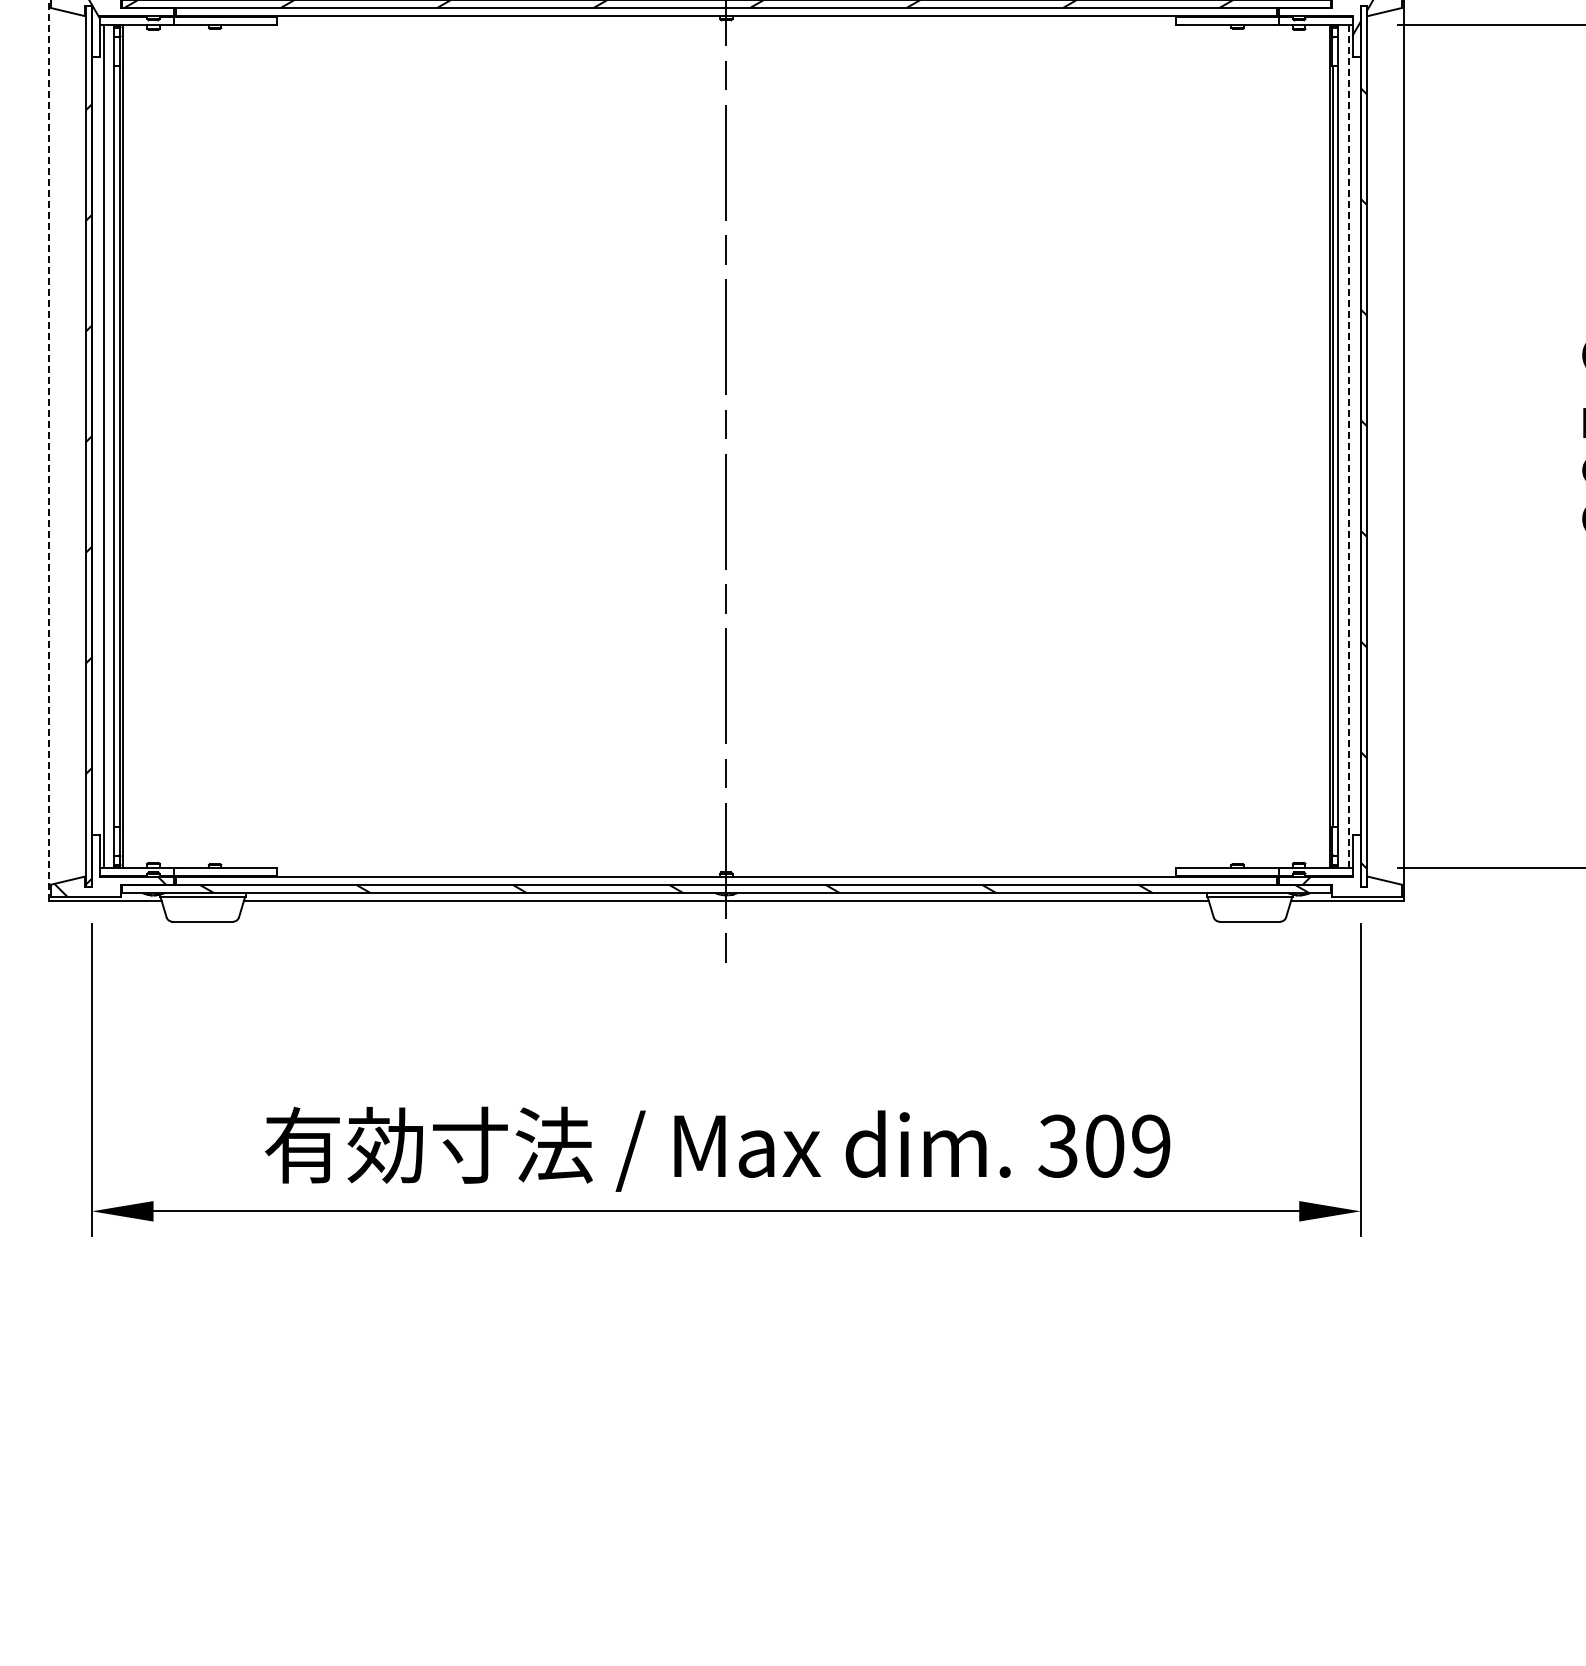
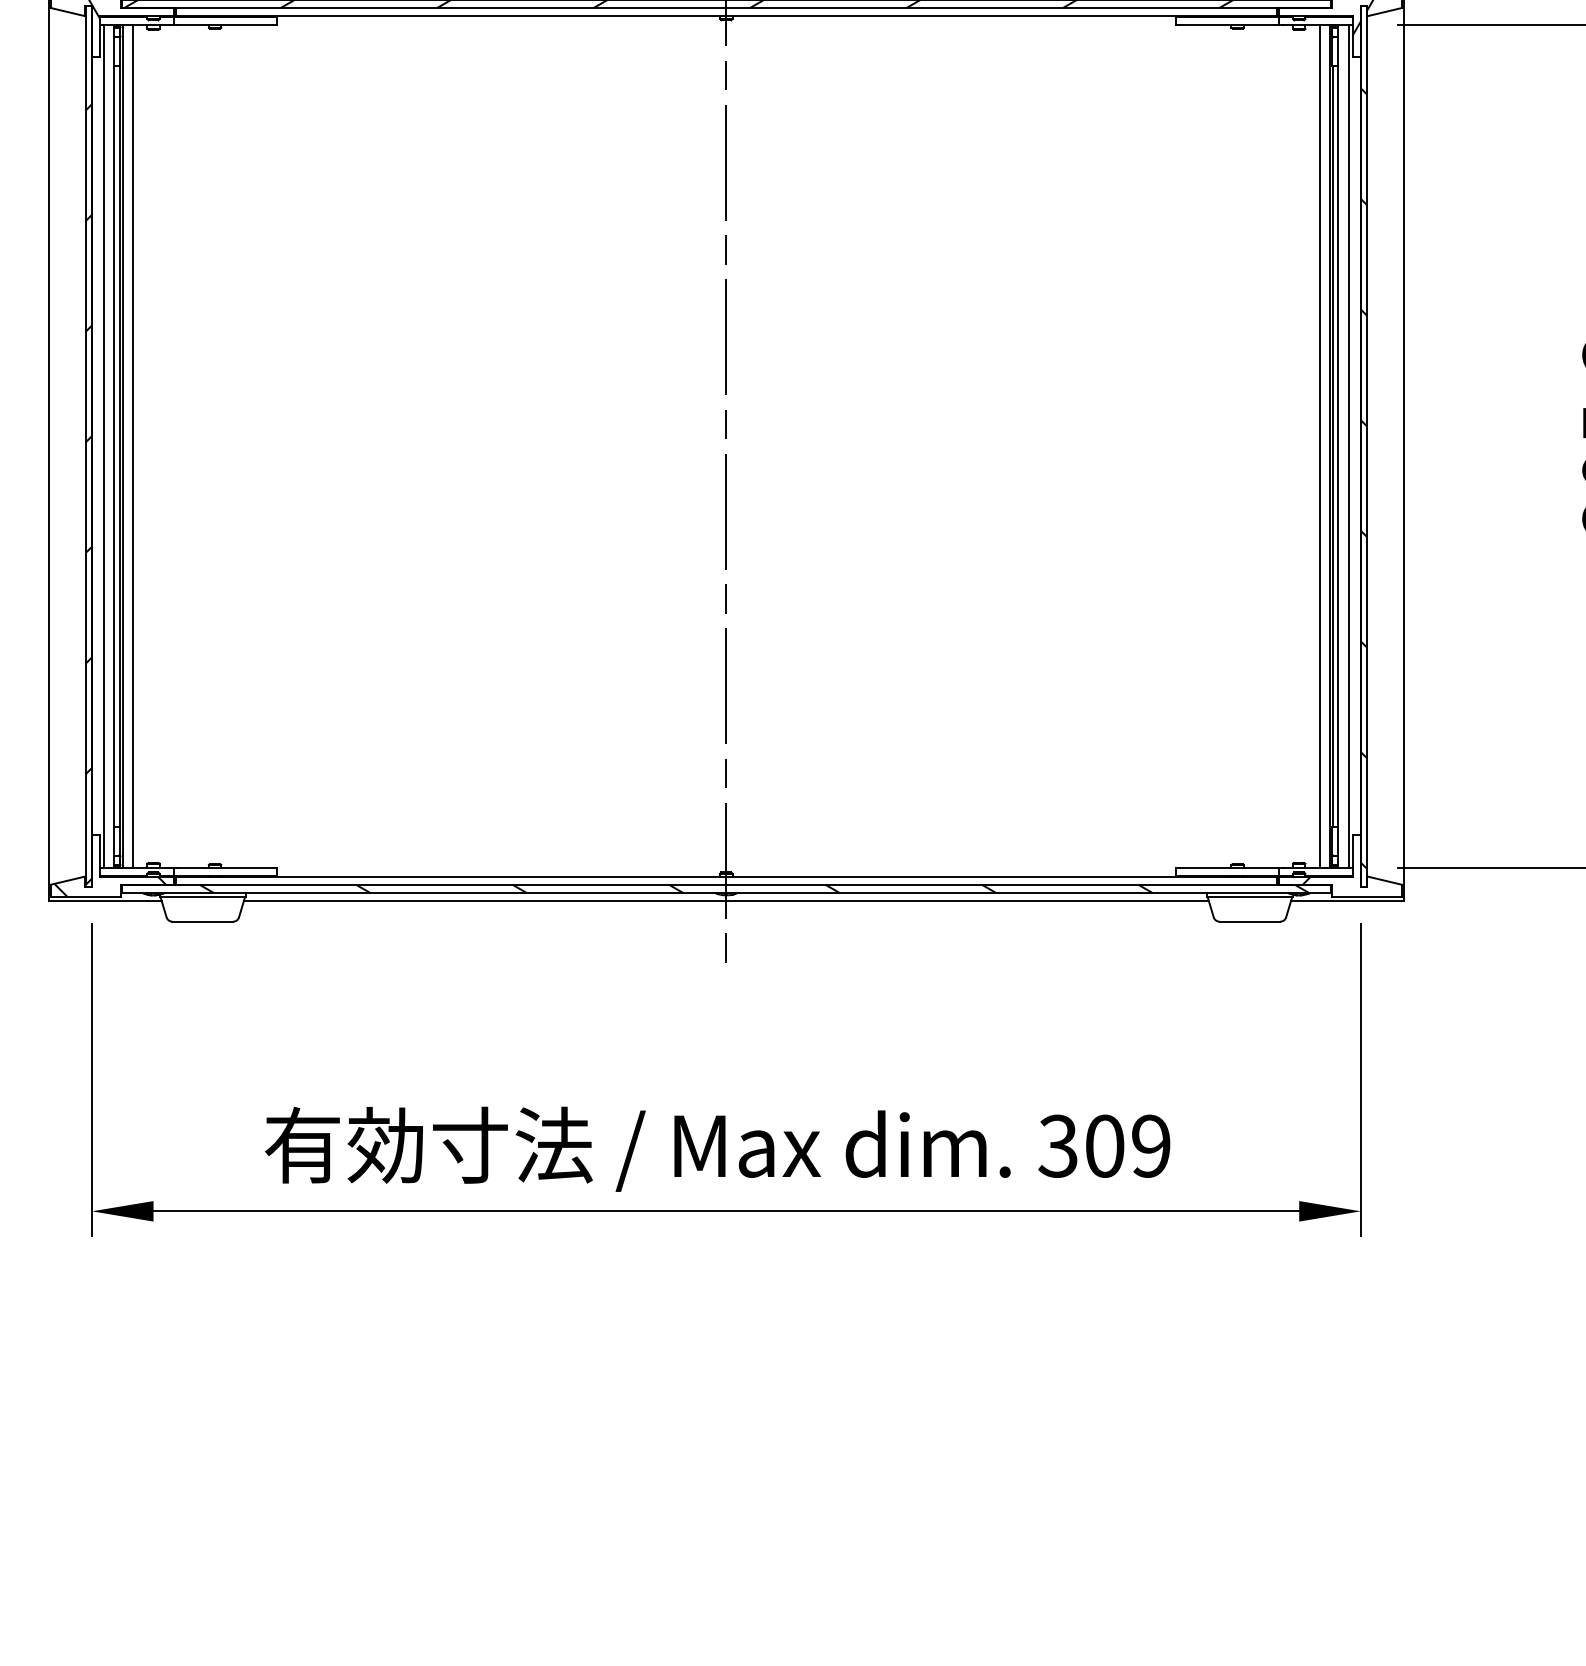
line at (133, 445): none -> present
line at (1319, 445): none -> present
line at (1348, 446): dashed -> solid
line at (48, 450): dashed -> solid
